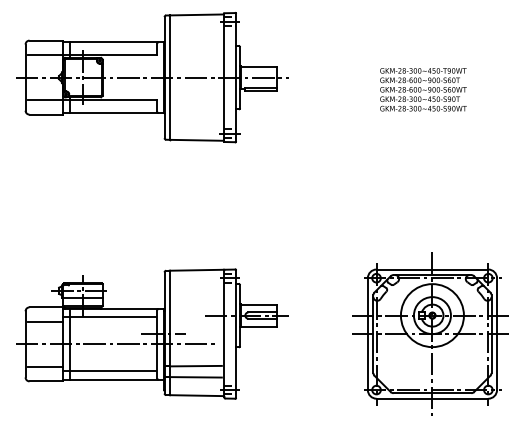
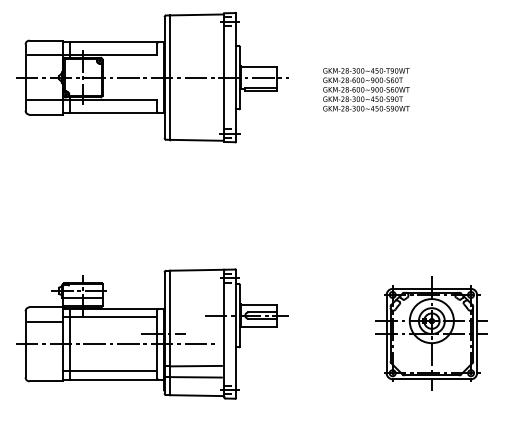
text at (423, 89) position: (423, 89) -> (366, 89)
part at (430, 333) size: 157x164 px -> 113x115 px
line at (45, 367): present -> none
